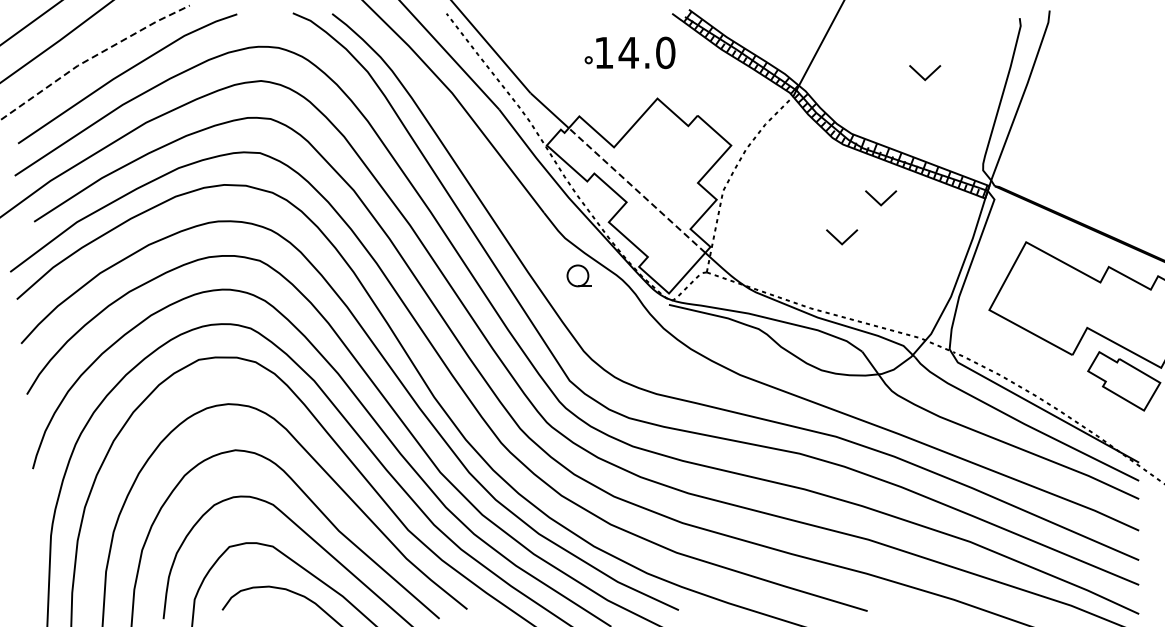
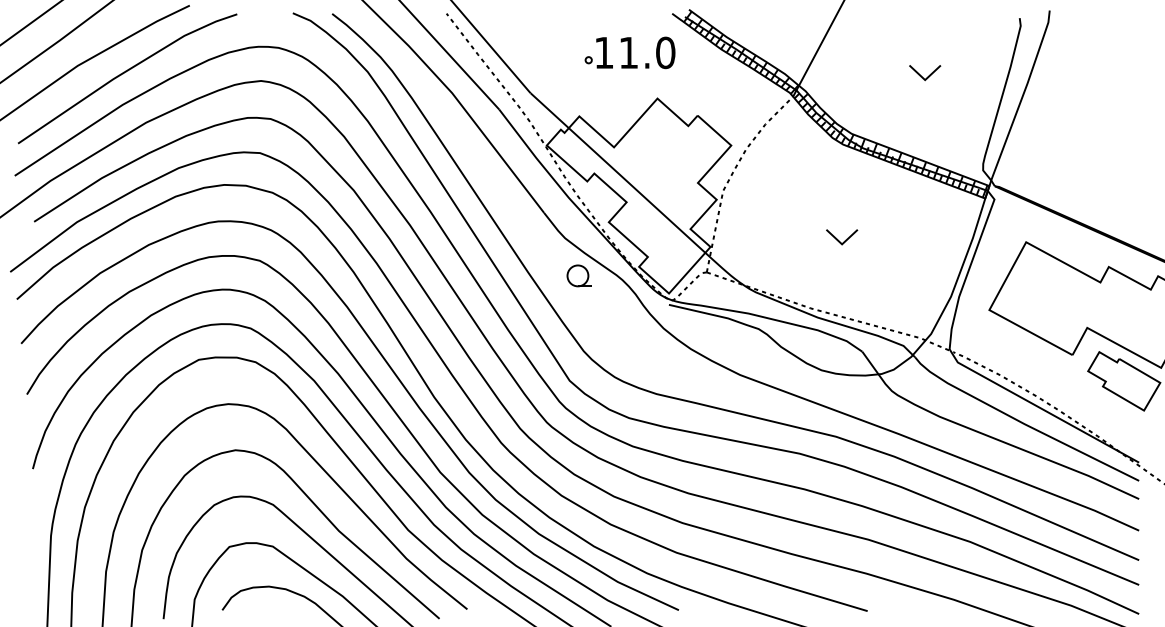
text at (628, 52): 14.0 -> 11.0
line at (92, 57): dashed -> solid
line at (636, 190): dashed -> solid
part at (881, 198): present -> none
